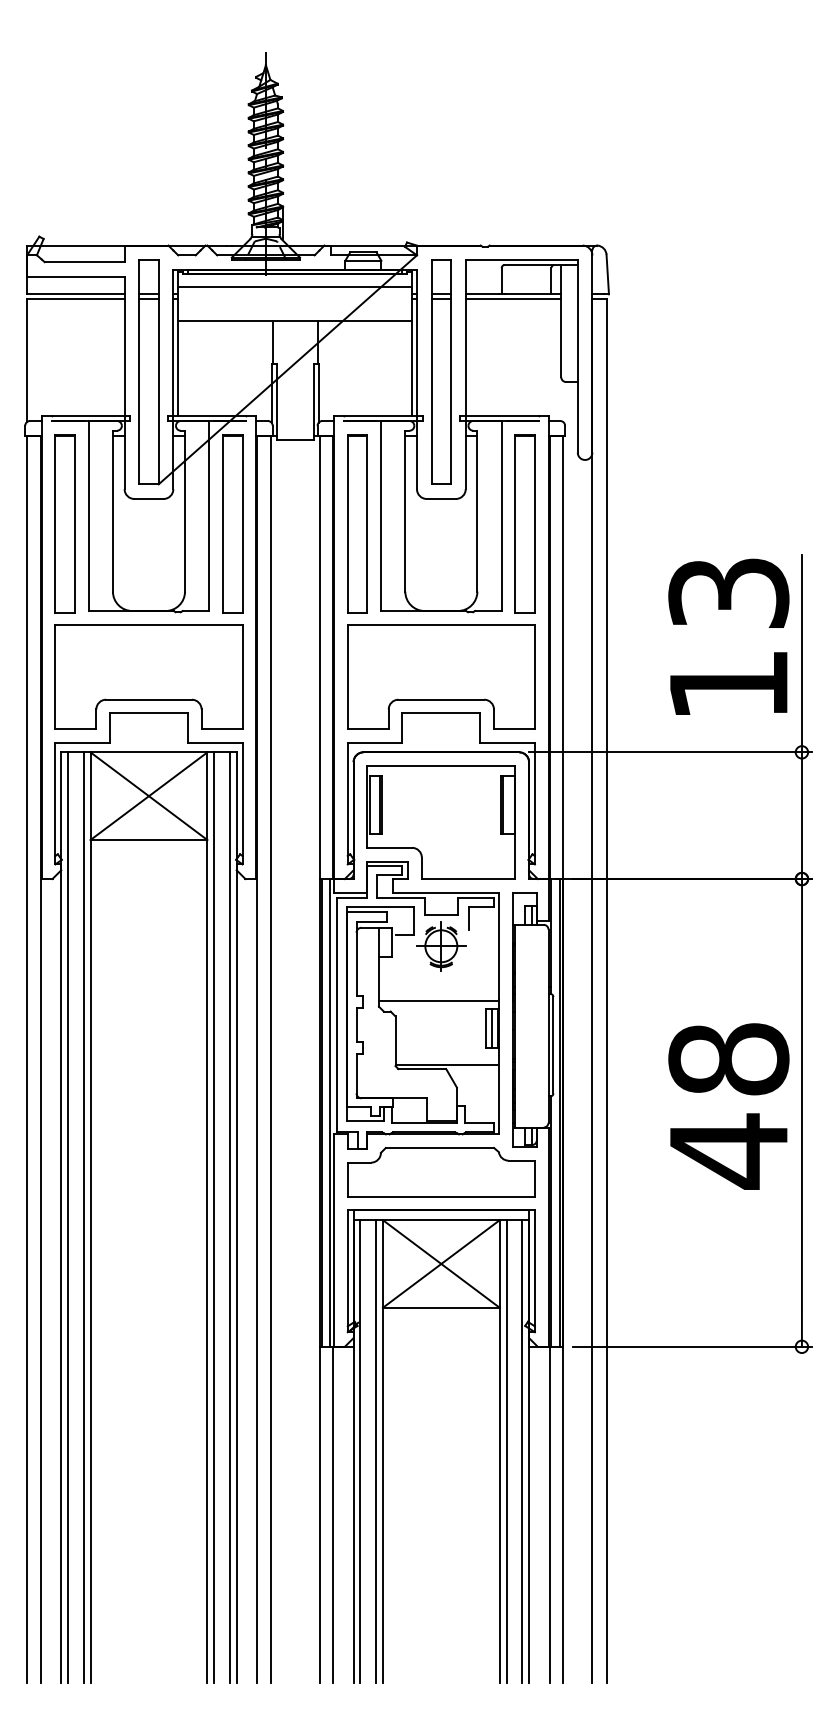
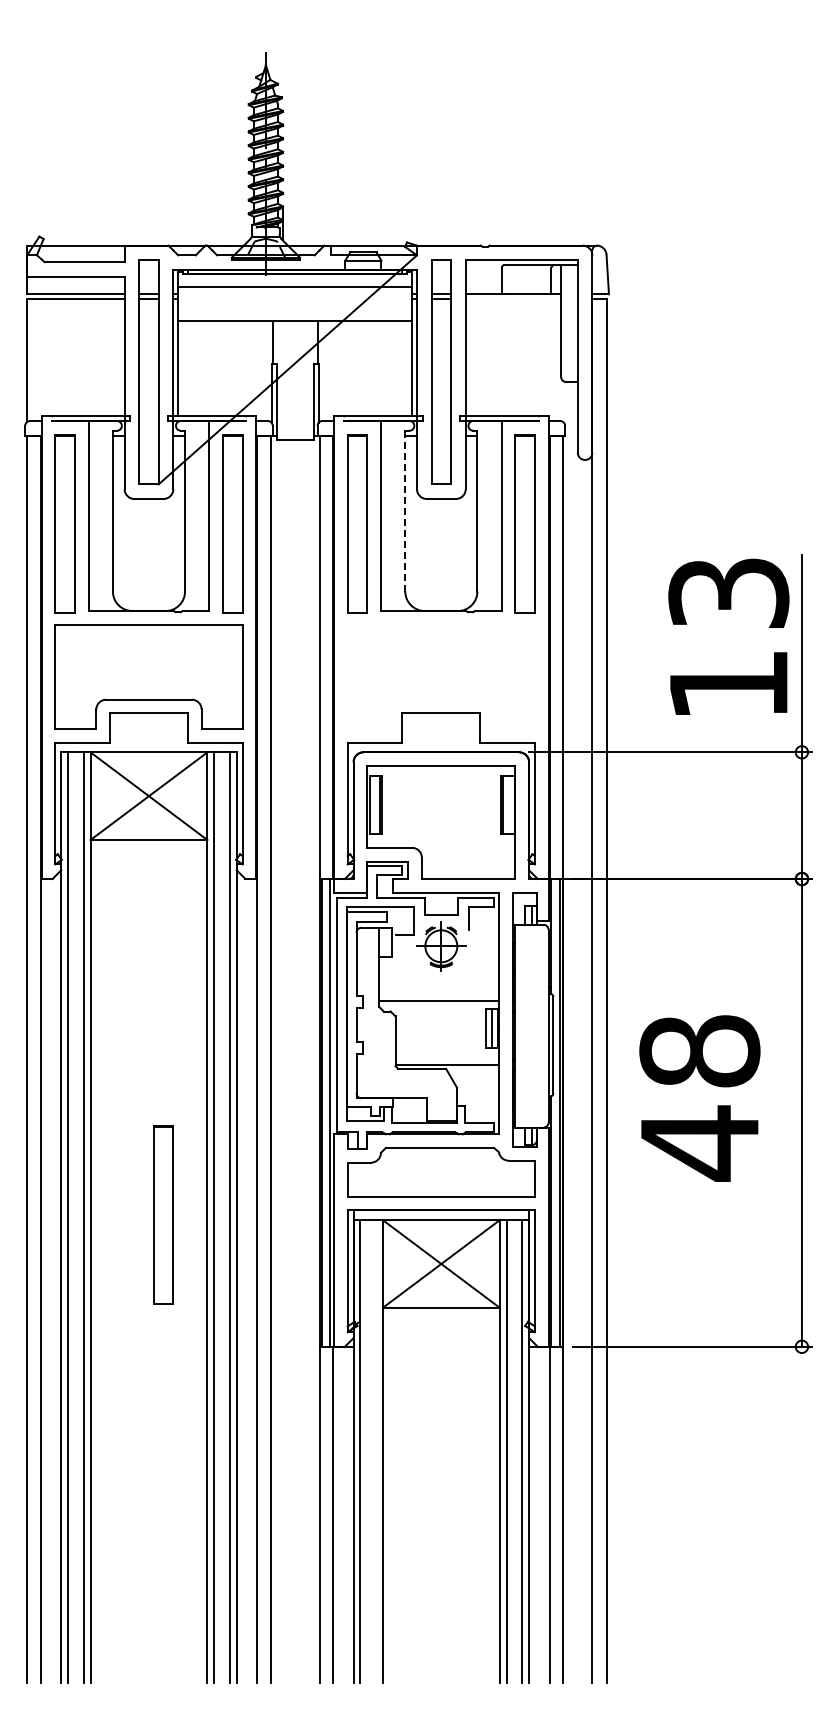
line at (513, 299): present -> none
line at (405, 510): solid -> dashed
part at (441, 676): present -> none
text at (728, 1106) position: (728, 1106) -> (699, 1098)
part at (163, 1214): none -> present
line at (376, 1451): present -> none
